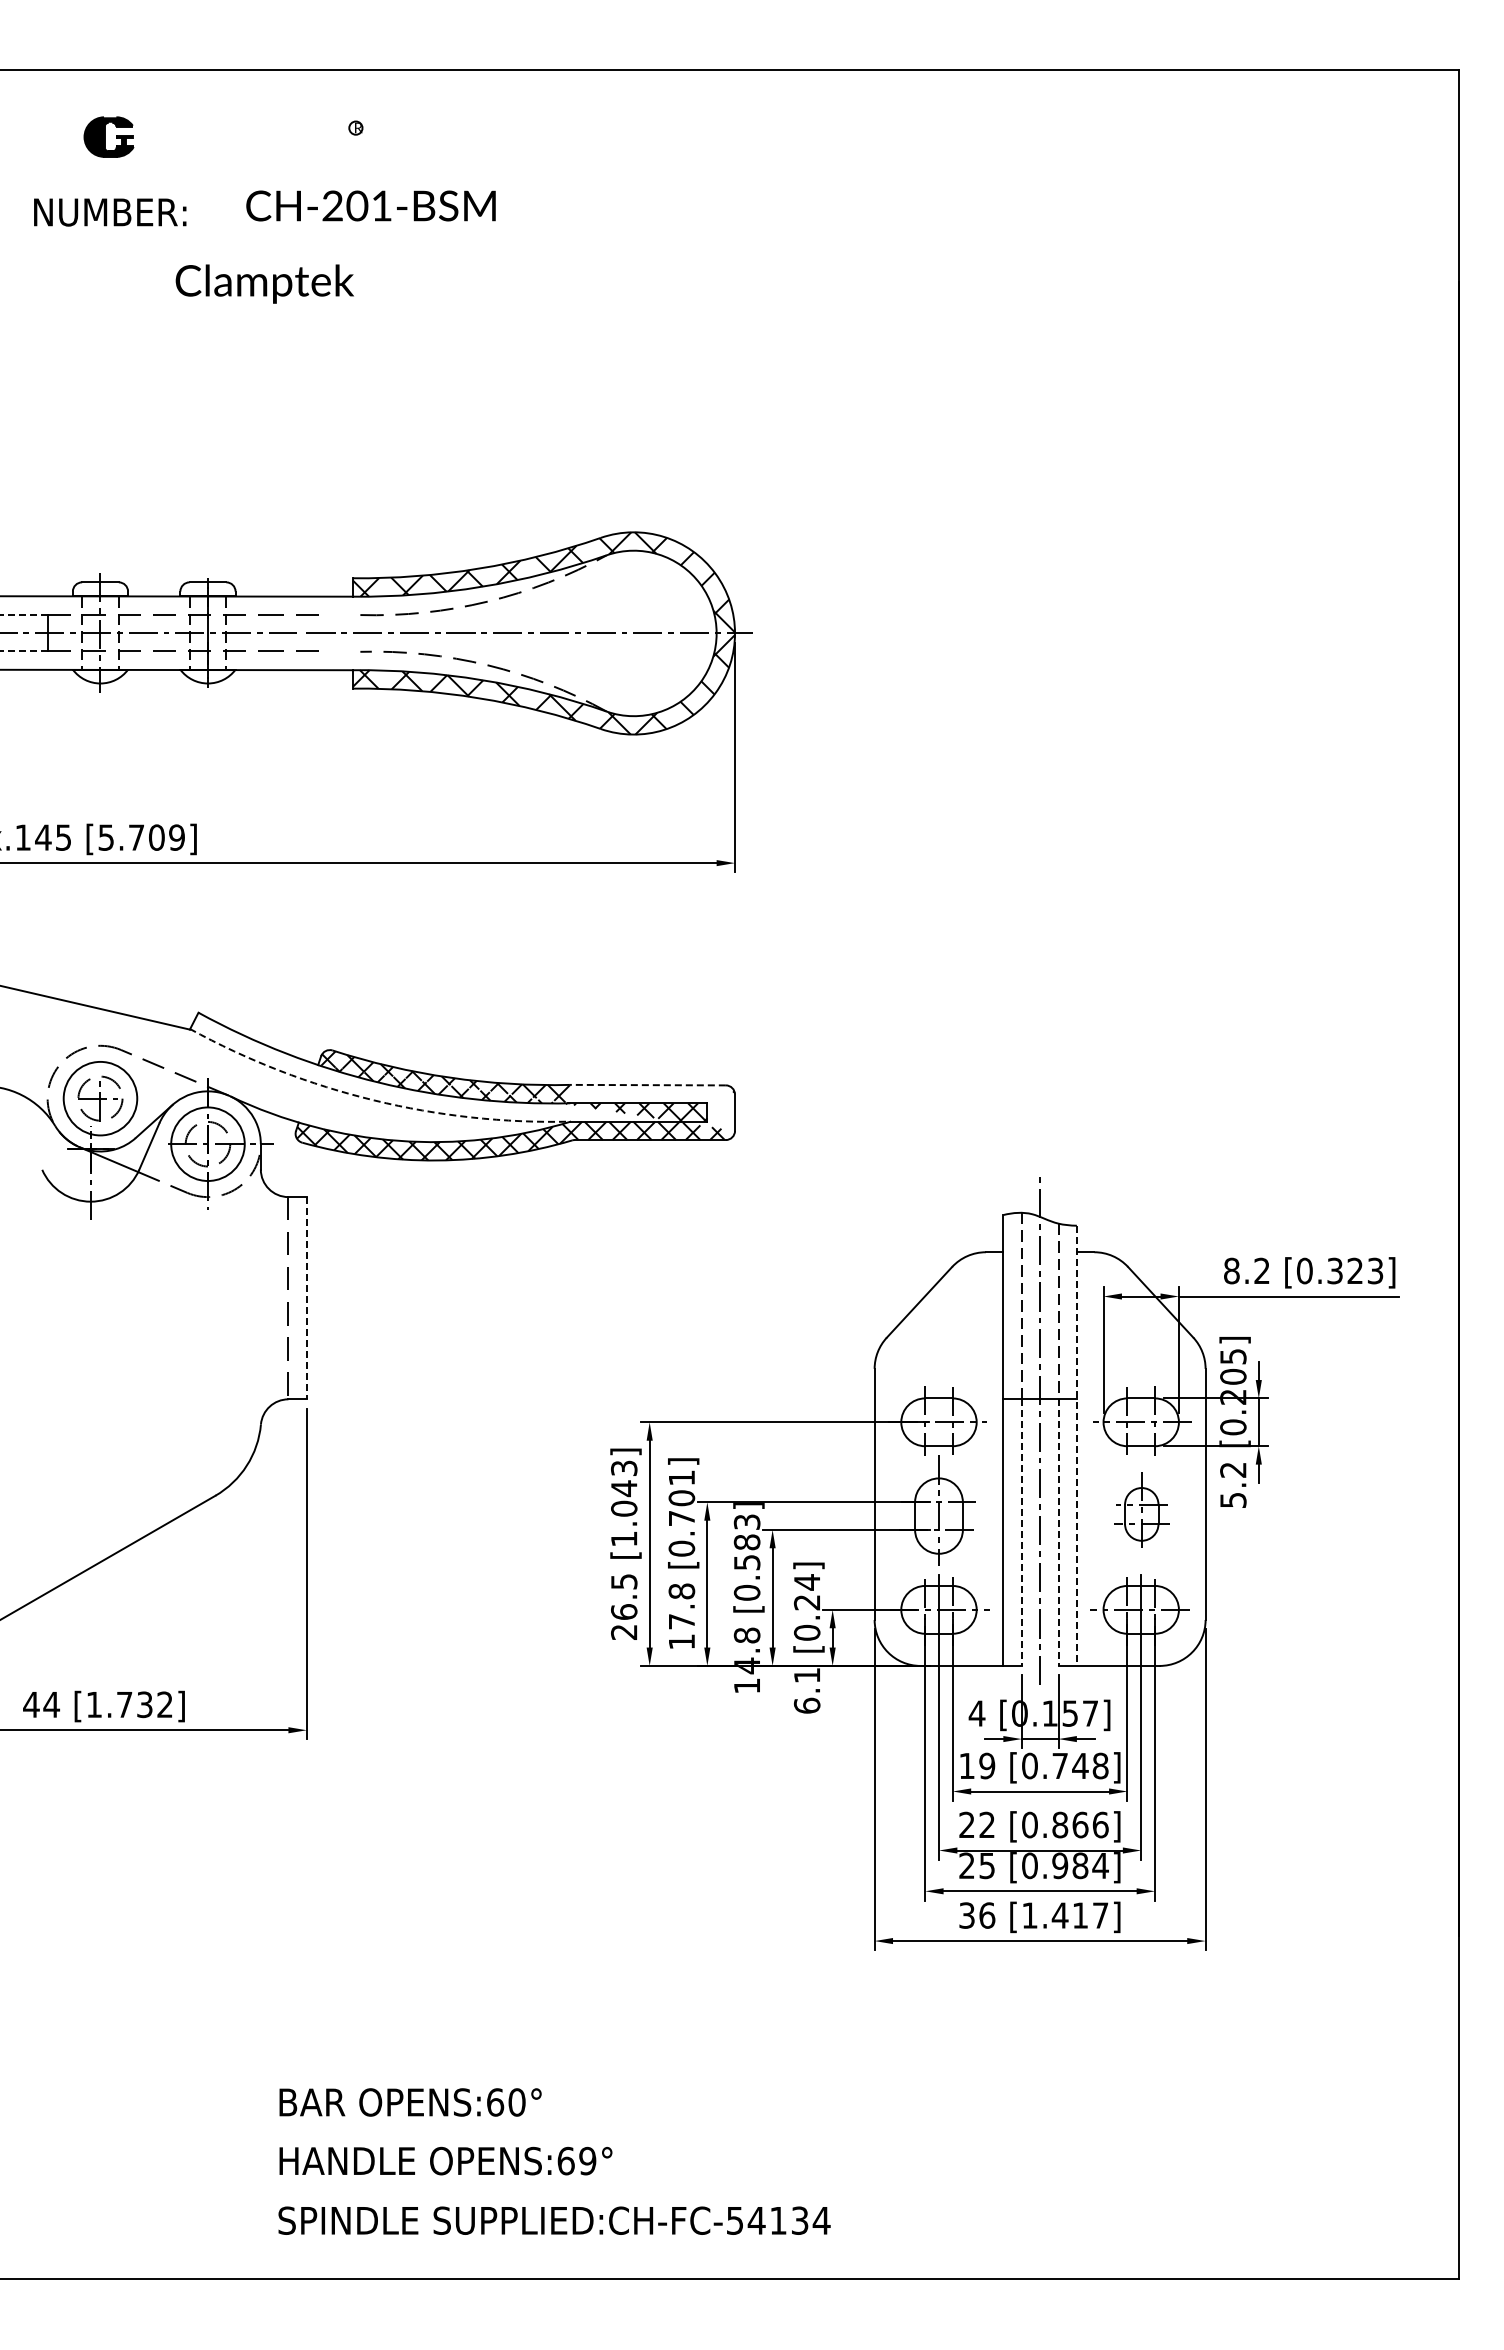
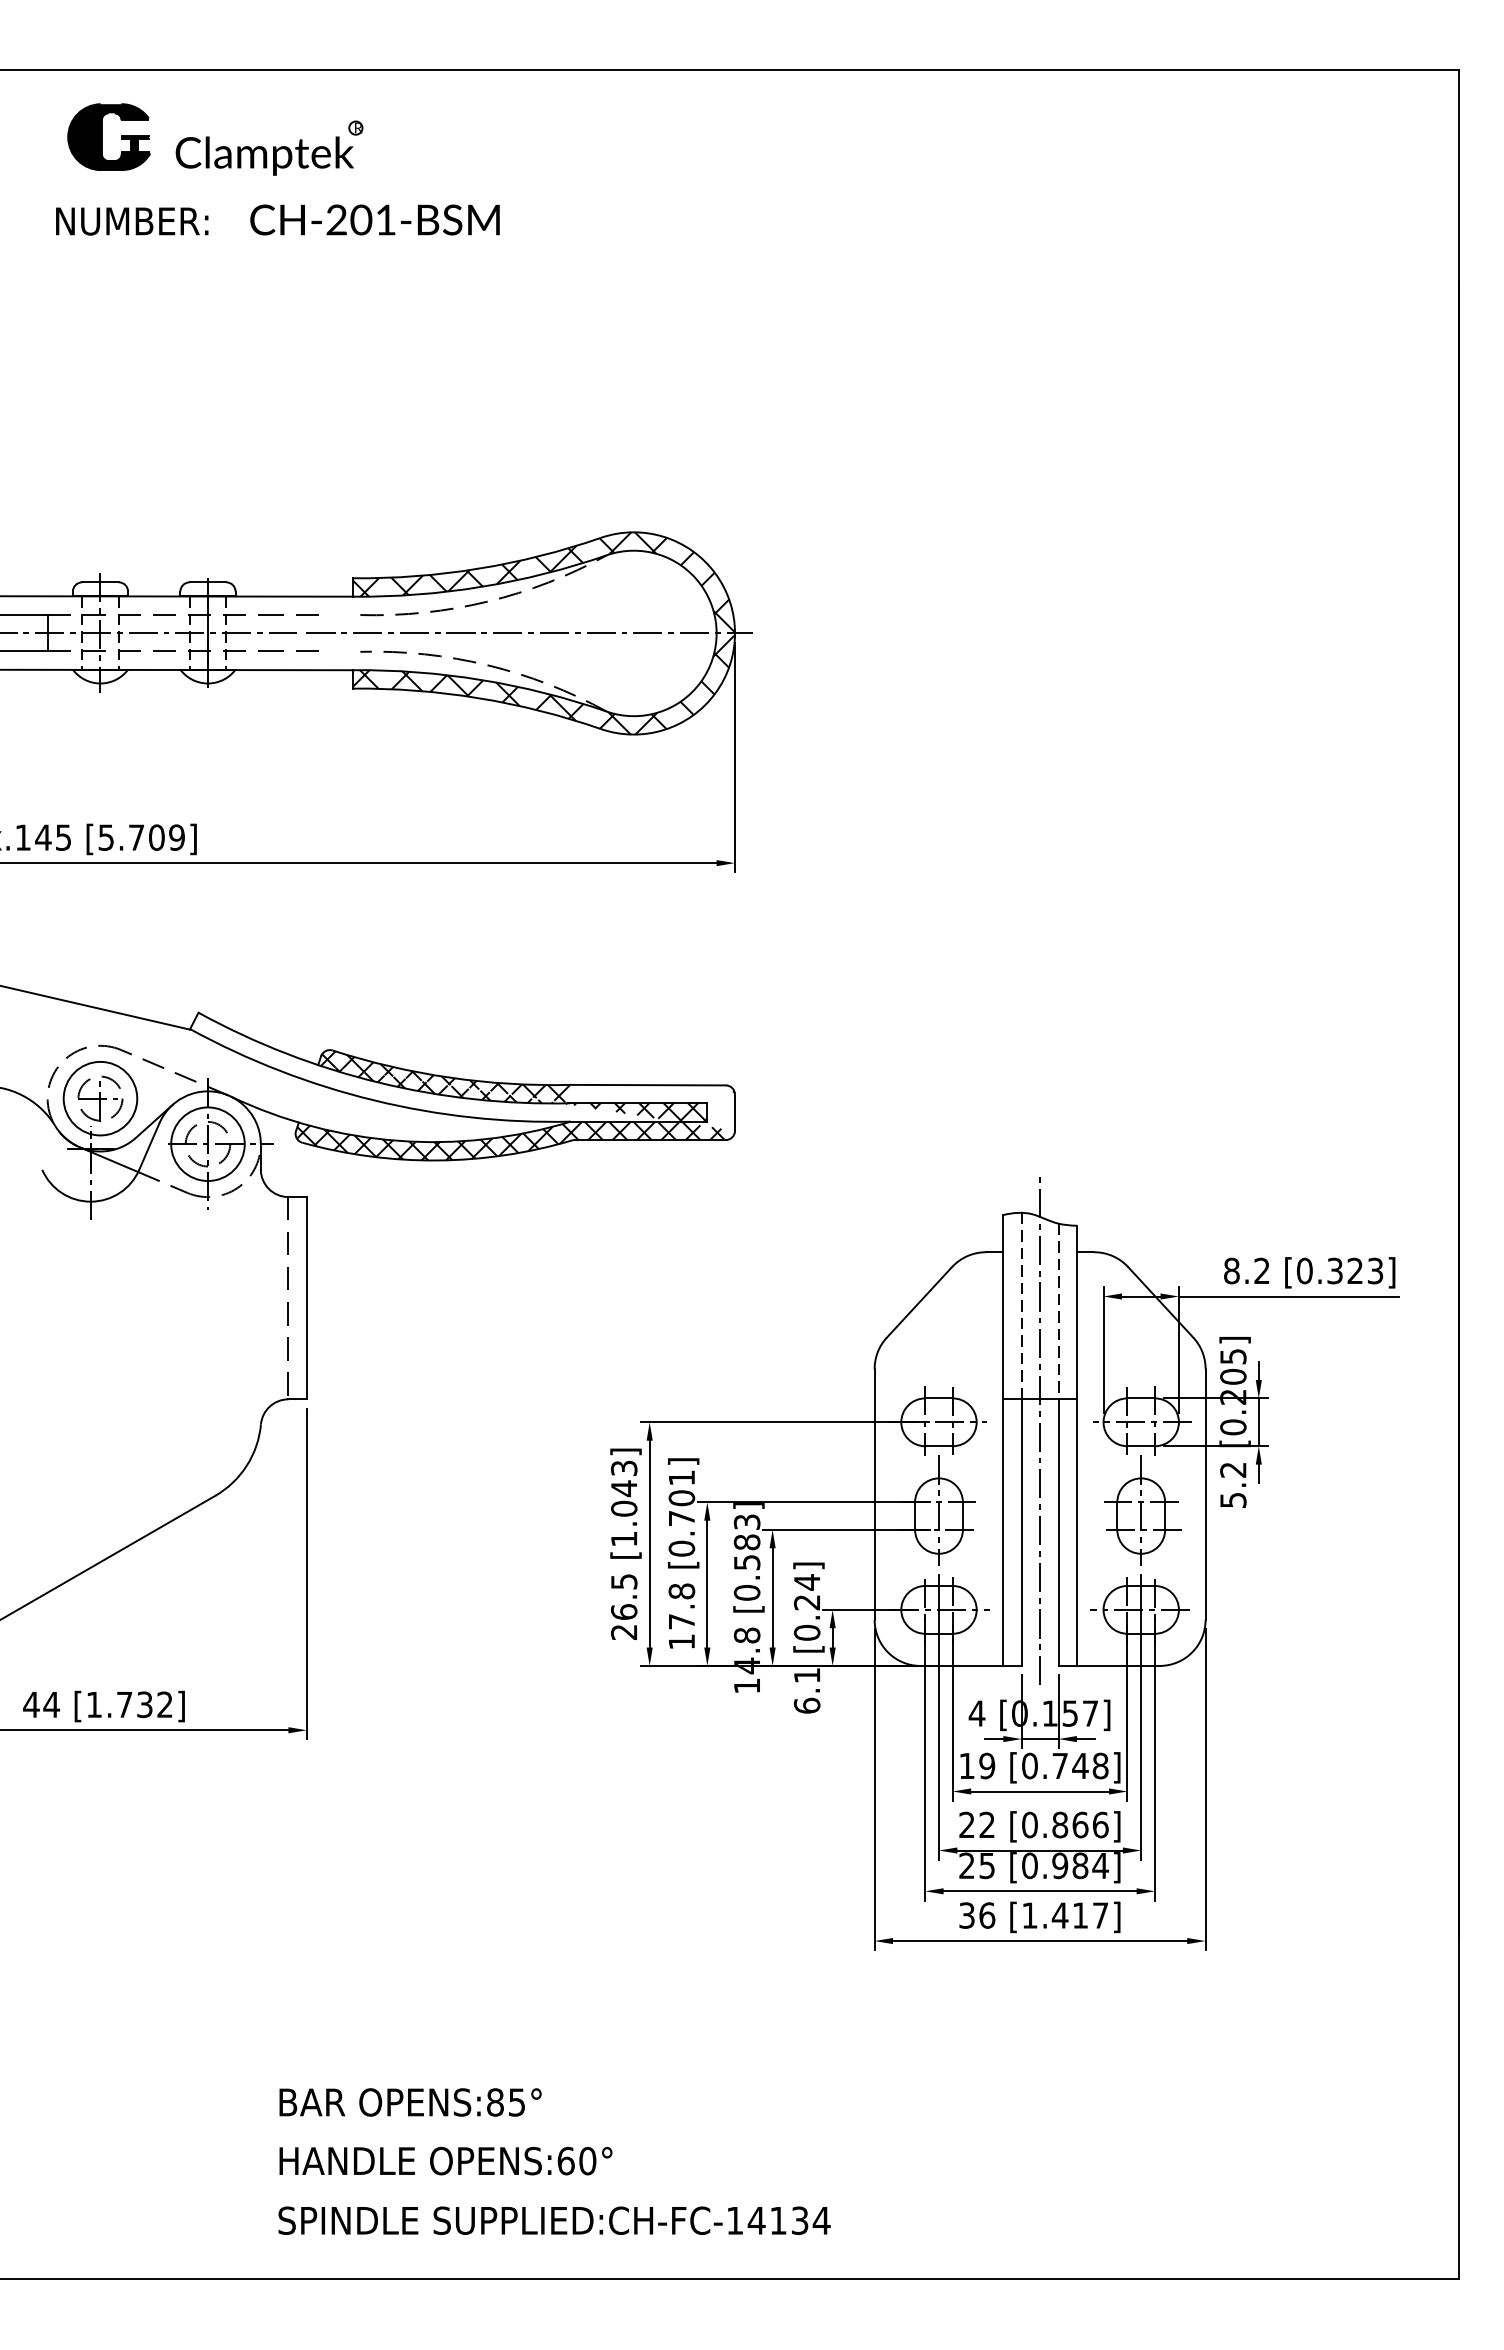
part at (108, 136) size: 52x42 px -> 84x68 px
text at (370, 205) position: (370, 205) -> (374, 219)
text at (110, 212) position: (110, 212) -> (132, 221)
text at (264, 283) position: (264, 283) -> (264, 155)
line at (23, 614): dashed -> solid
line at (23, 651): dashed -> solid
line at (647, 1085): dashed -> solid
arc at (374, 1100): dashed -> solid
line at (306, 1298): dashed -> solid
line at (1076, 1446): dashed -> solid
part at (1141, 1509) size: 56x76 px -> 78x111 px
line at (1021, 1533): dashed -> solid
line at (1058, 1533): dashed -> solid
text at (506, 2102): OPENS:60° -> OPENS:85°
text at (587, 2161): OPENS:69° -> OPENS:60°
text at (734, 2220): SUPPLIED:CH-FC-54134 -> SUPPLIED:CH-FC-14134
